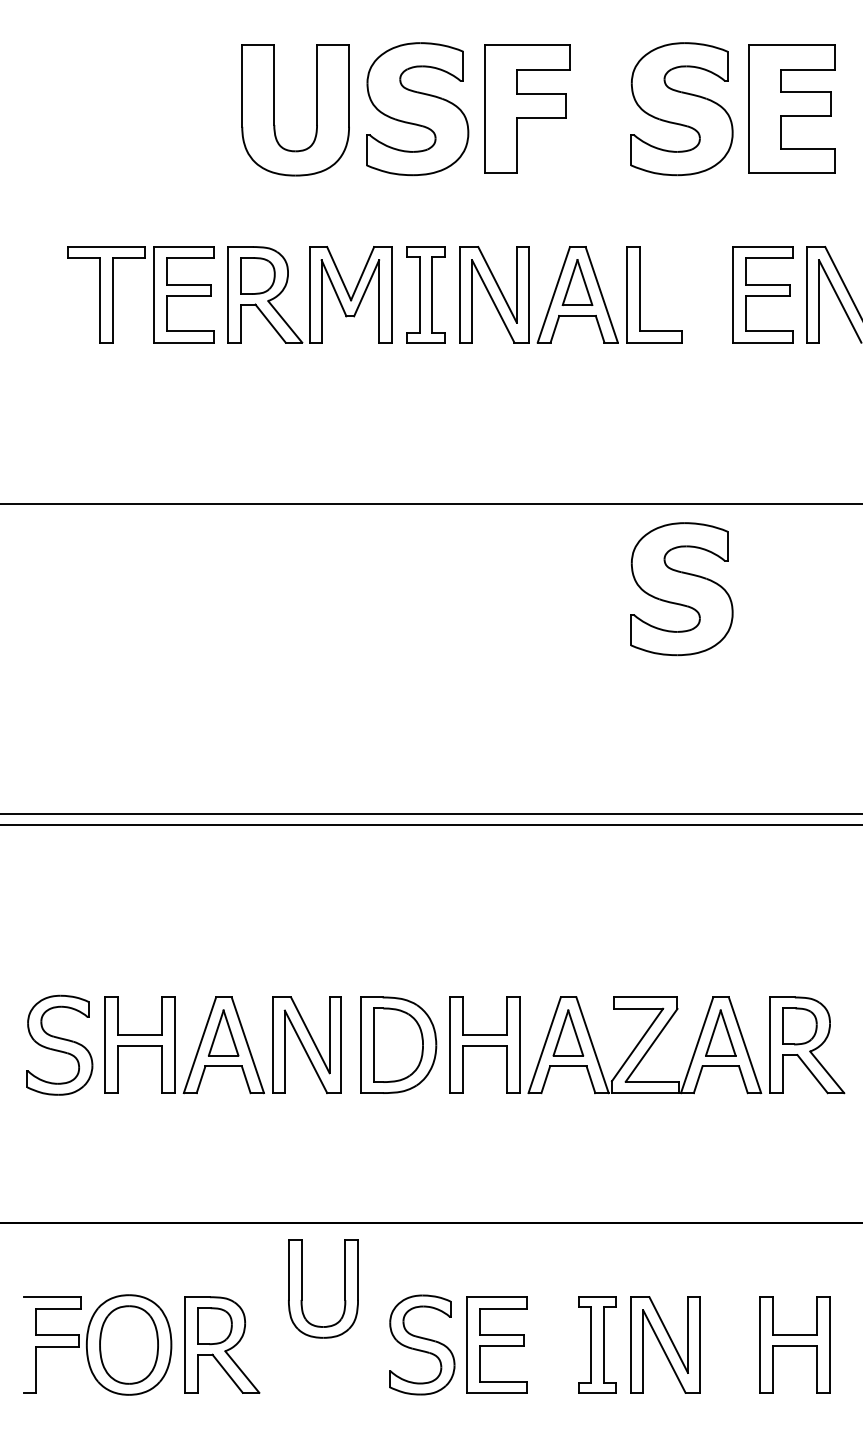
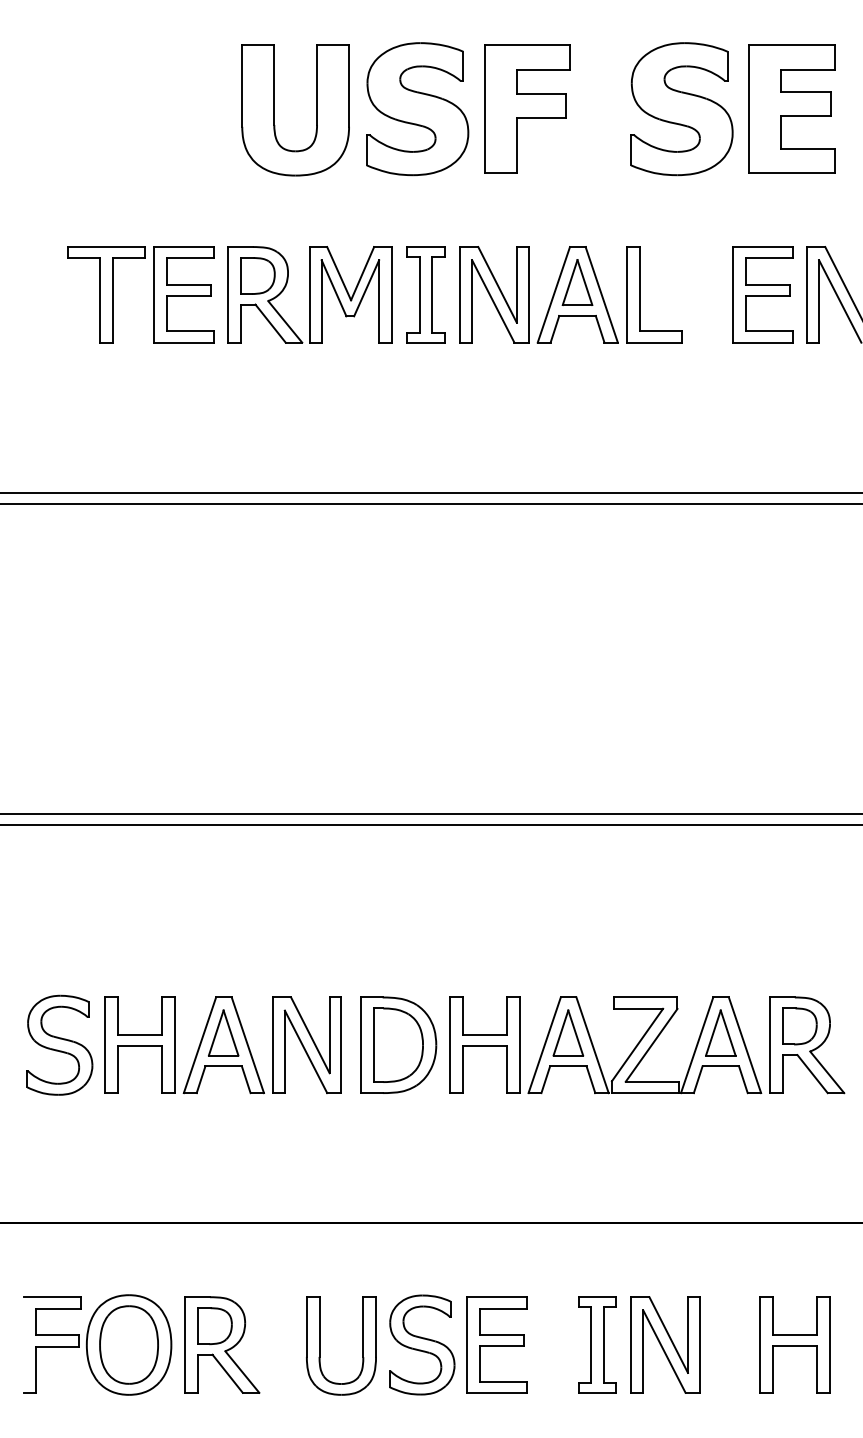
line at (430, 492): none -> present
part at (681, 589): present -> none
part at (302, 1288) position: (302, 1288) -> (320, 1345)
